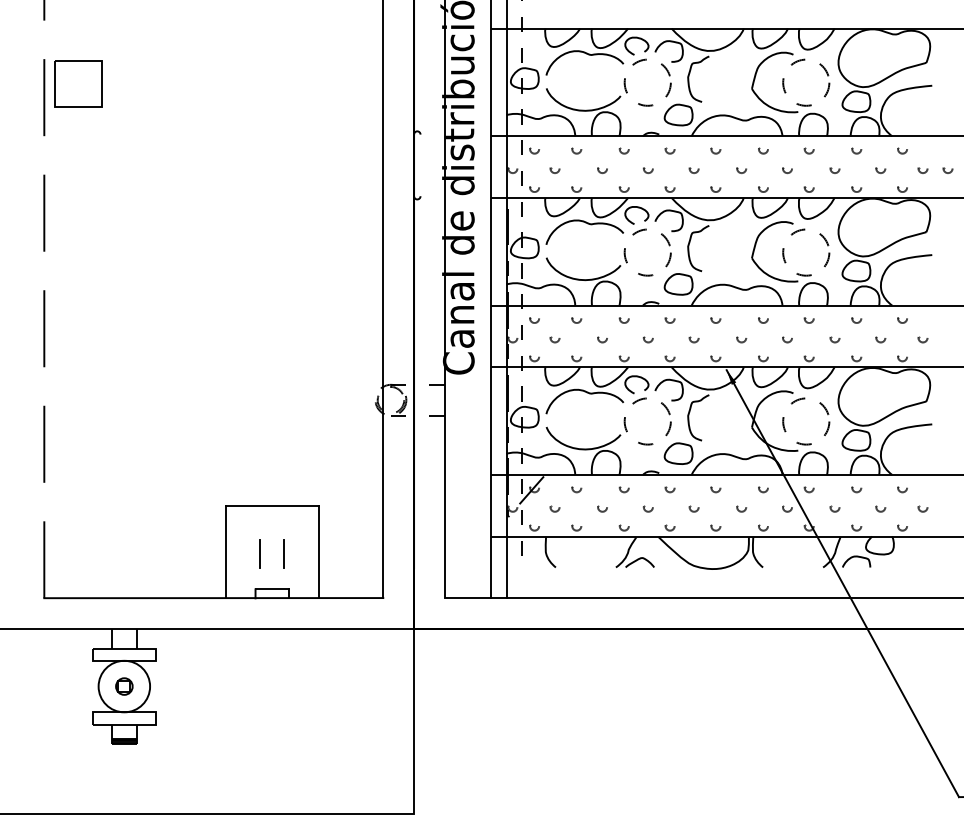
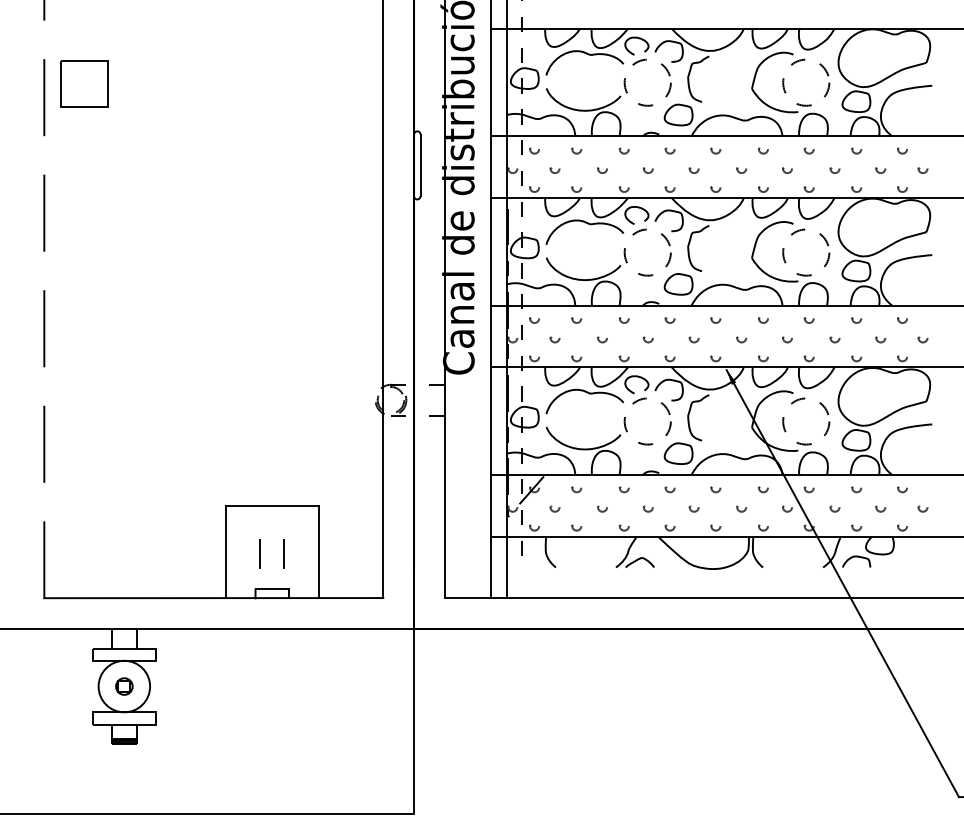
part at (78, 83) position: (78, 83) -> (84, 83)
line at (420, 165): none -> present
circle at (947, 170): present -> none
